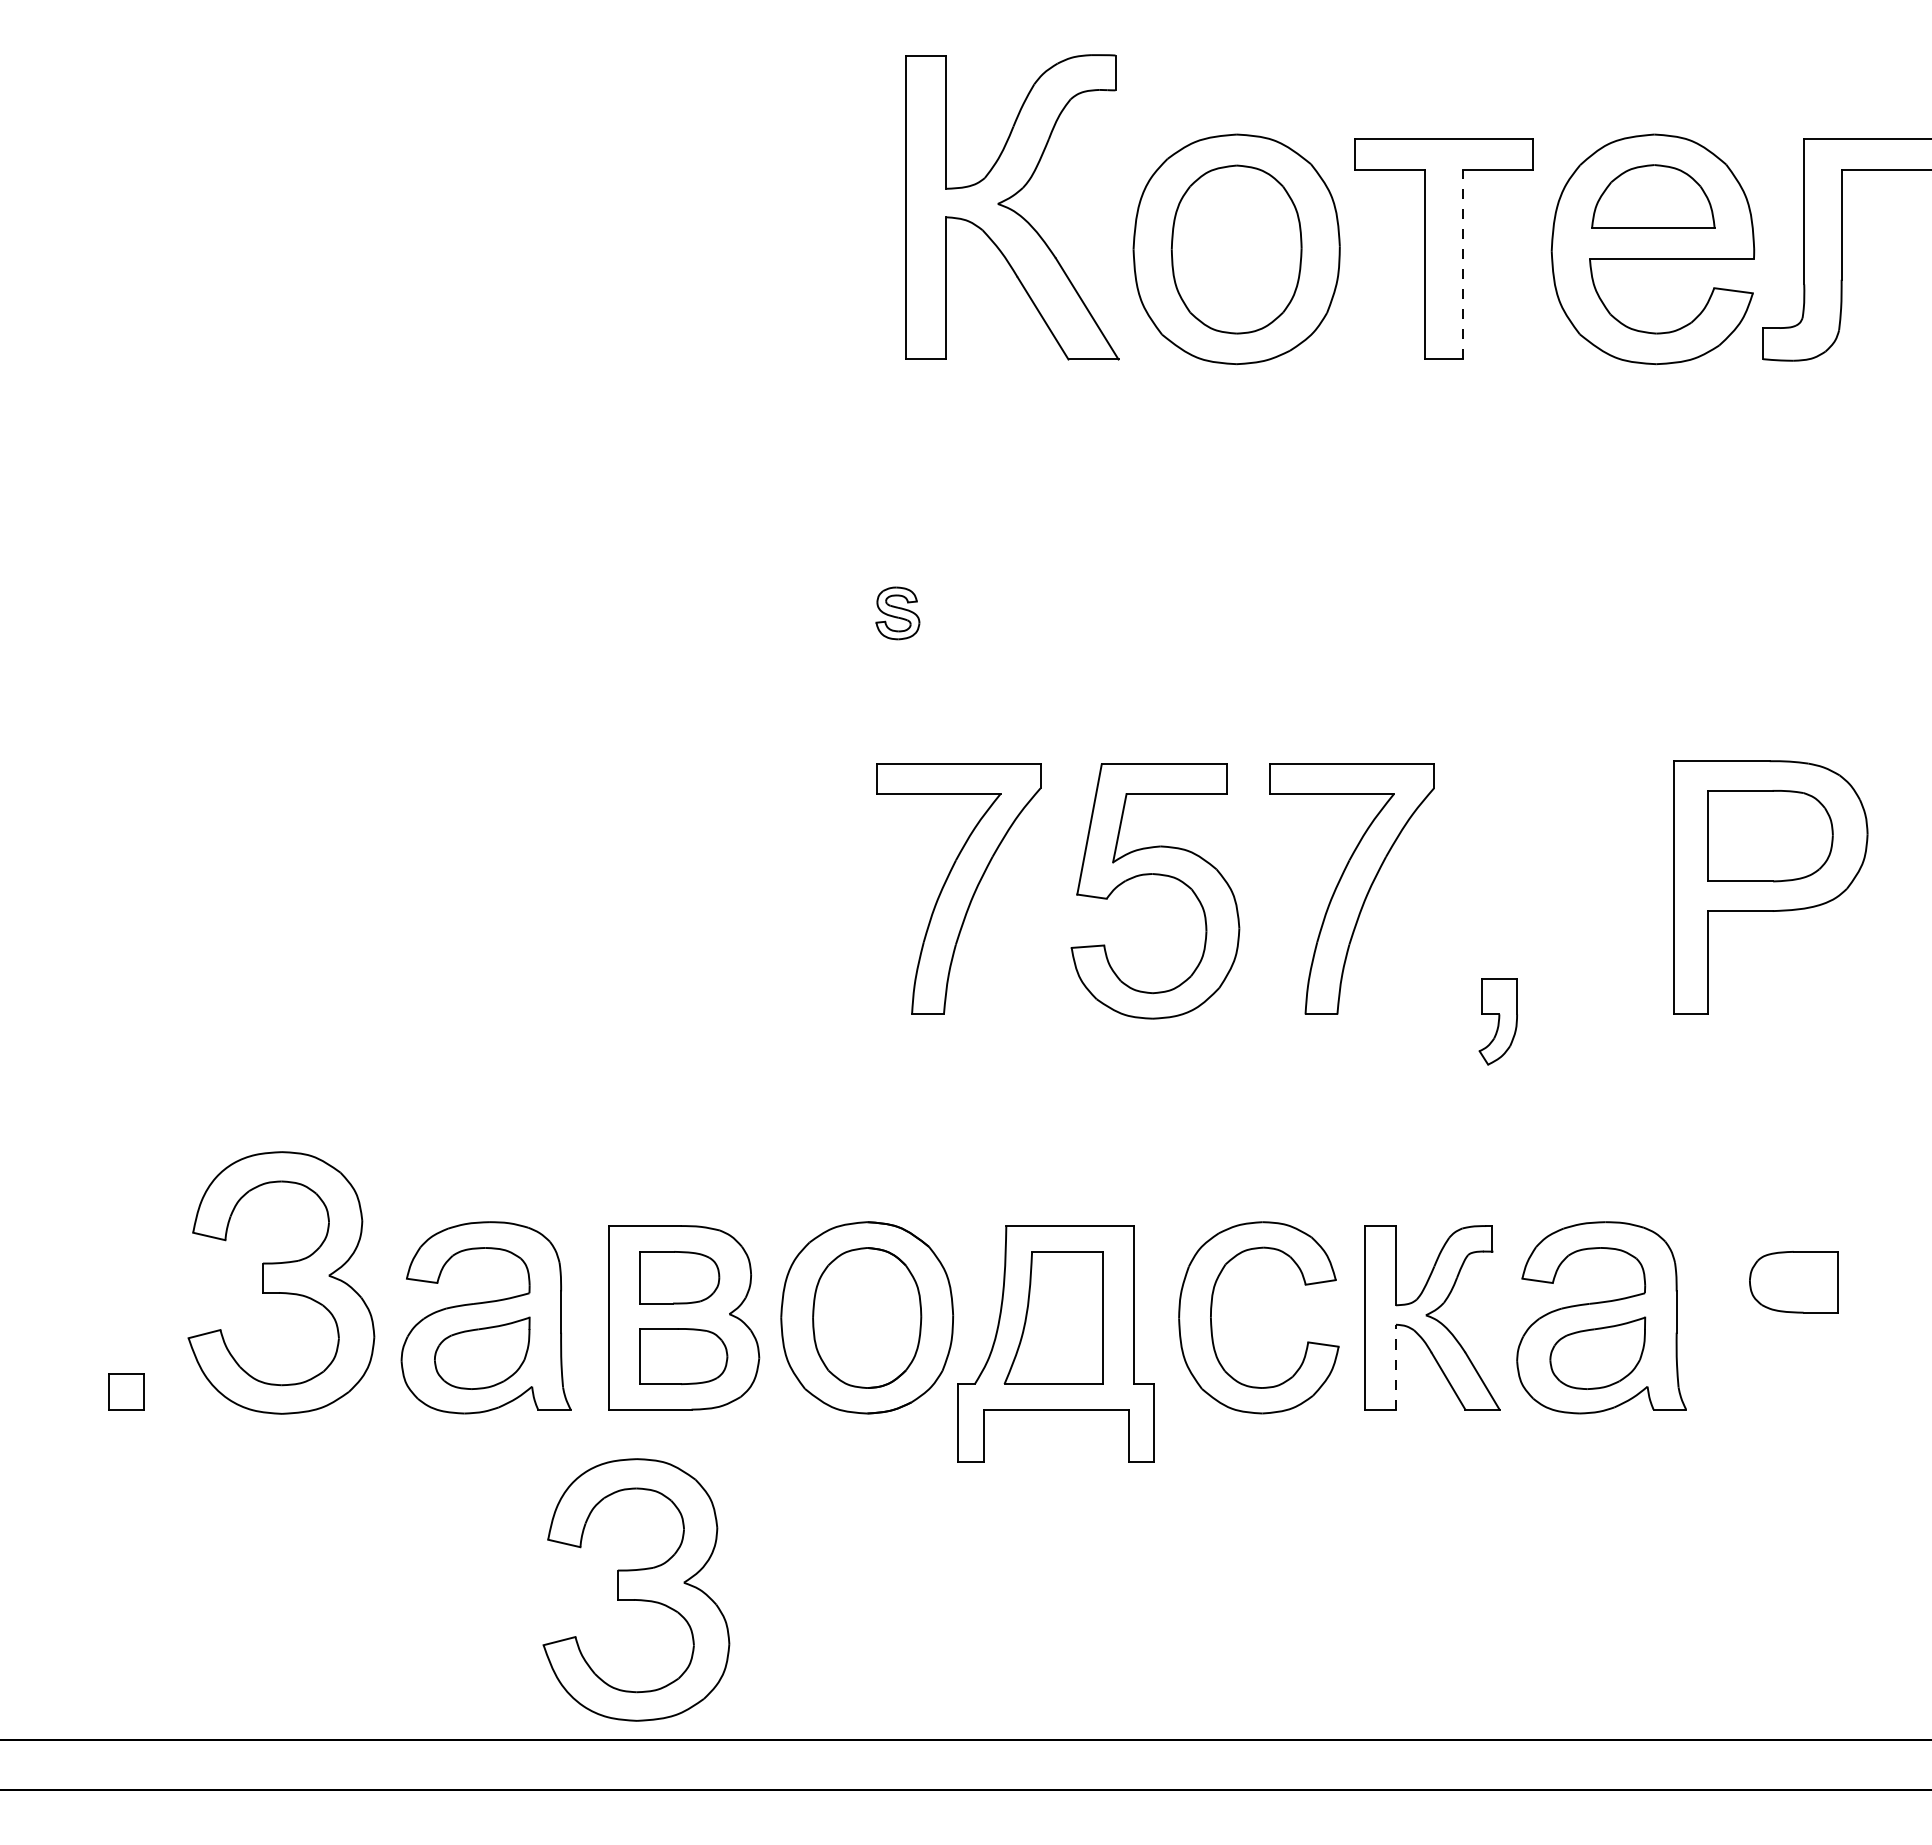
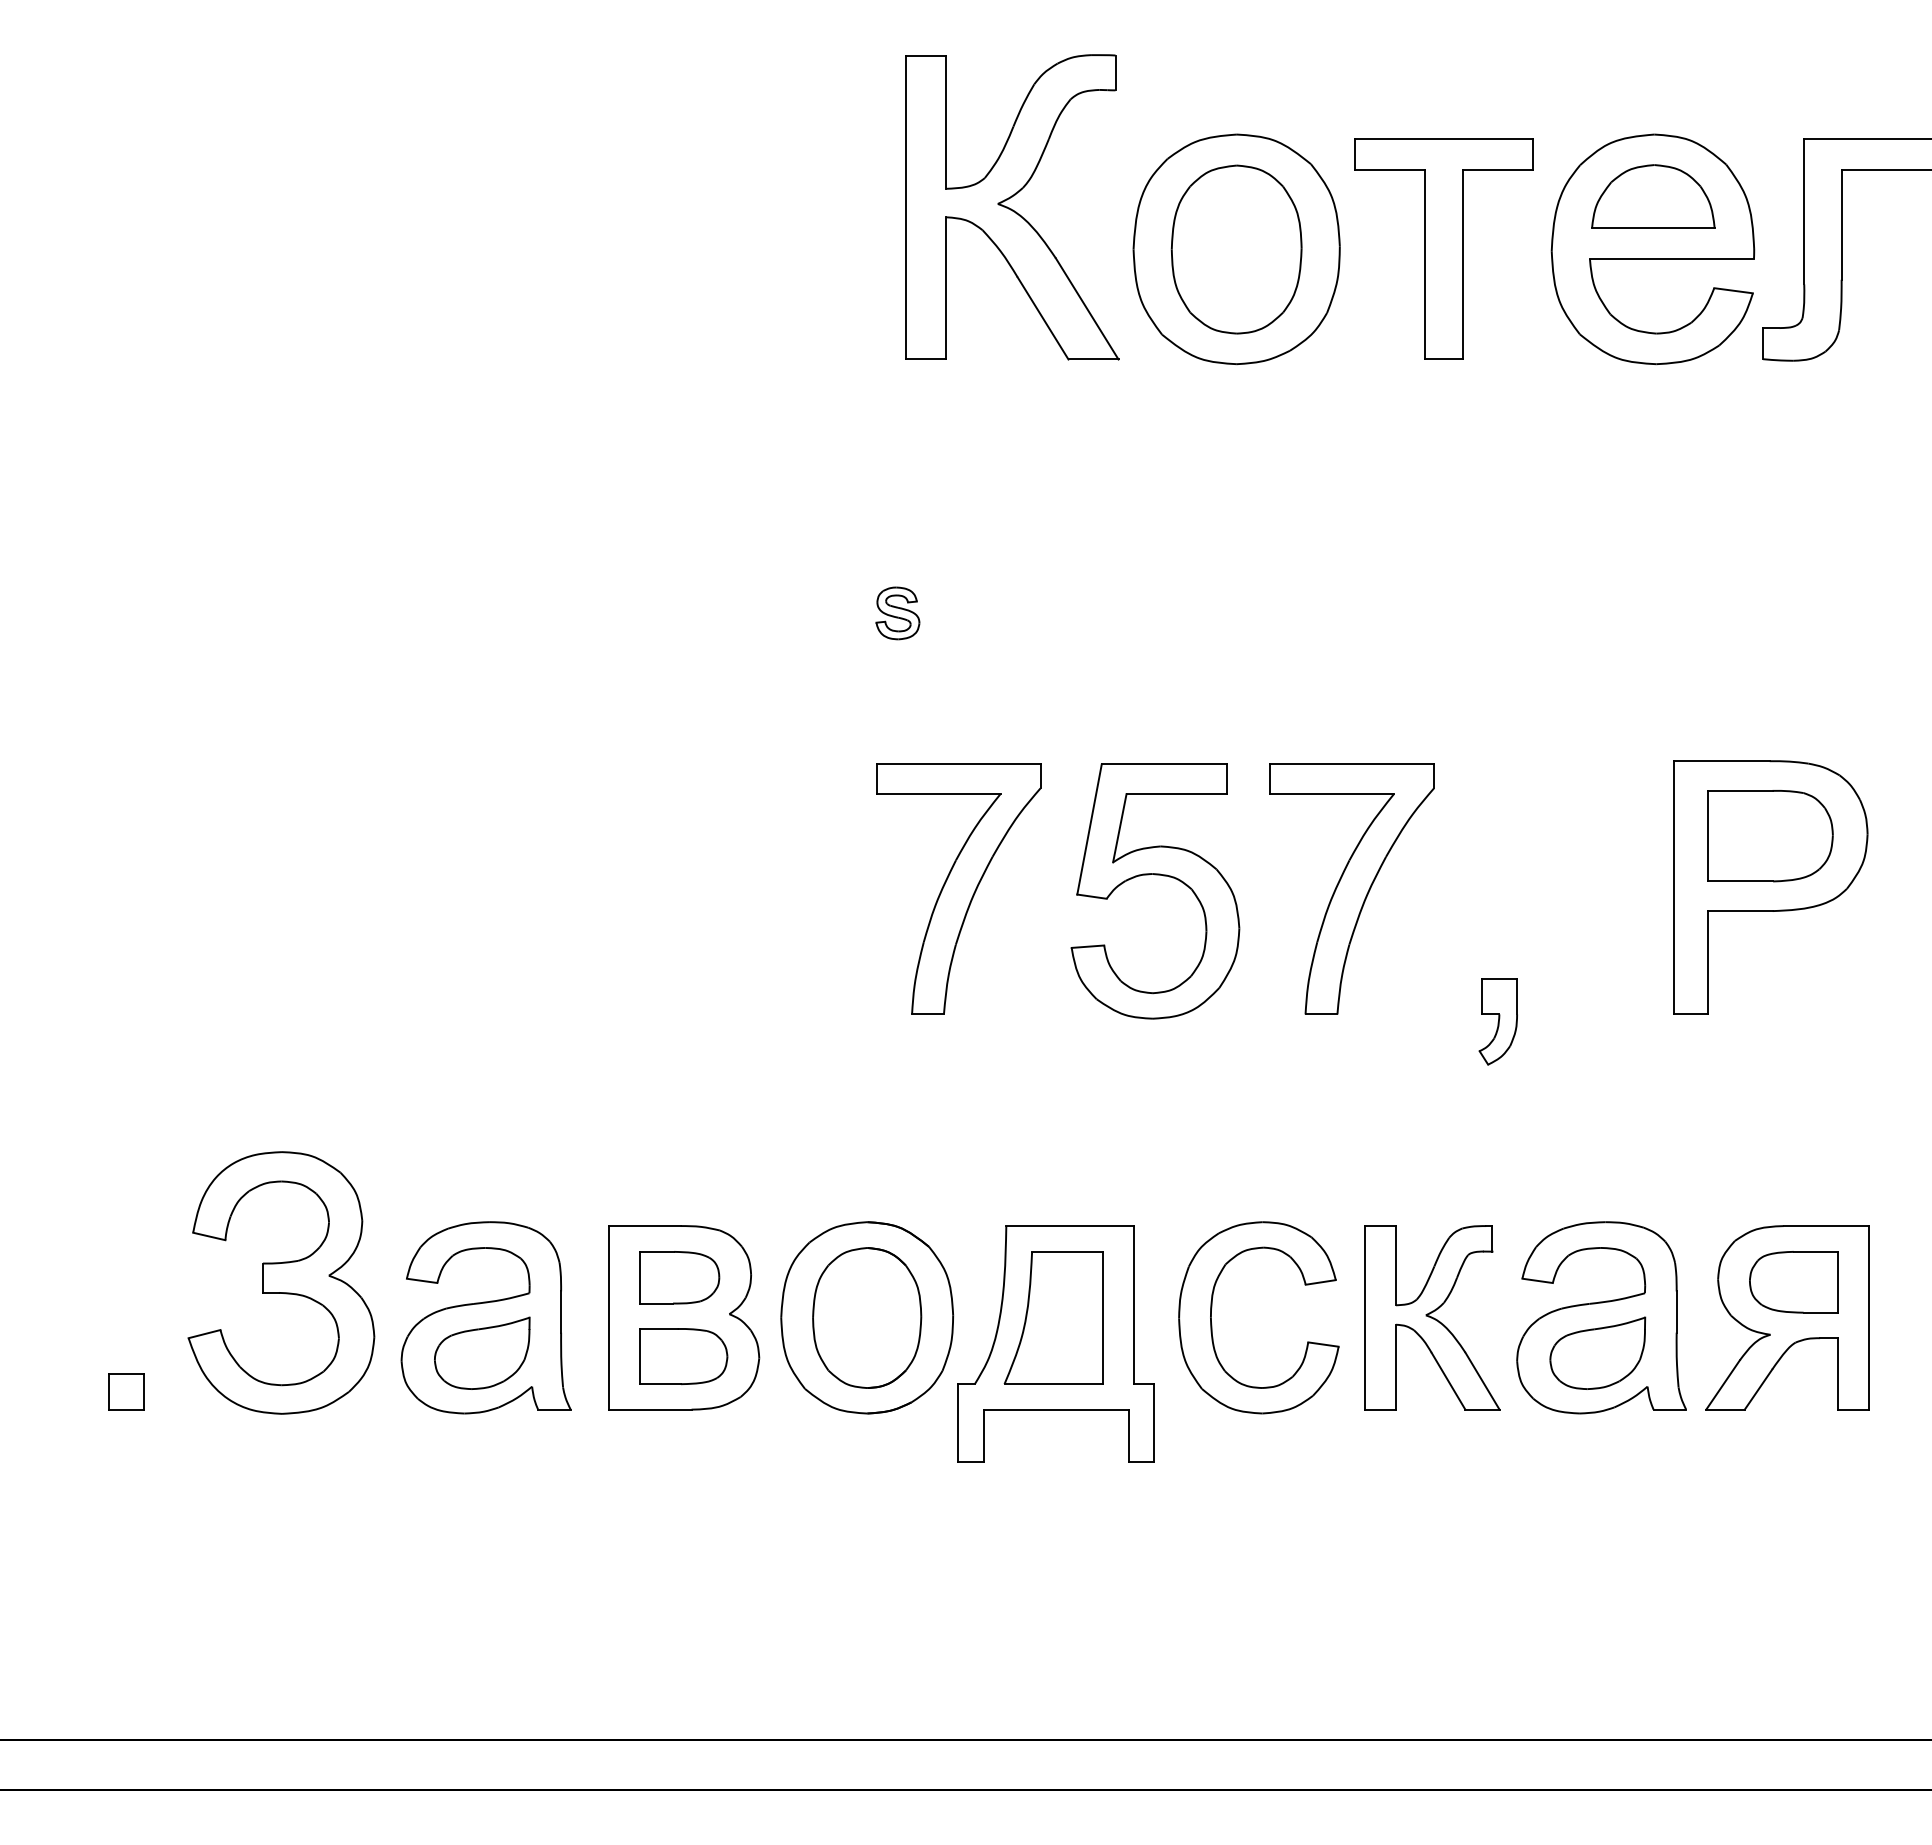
line at (1462, 264): dashed -> solid
part at (1787, 1317): none -> present
line at (1395, 1366): dashed -> solid
part at (636, 1589): present -> none
